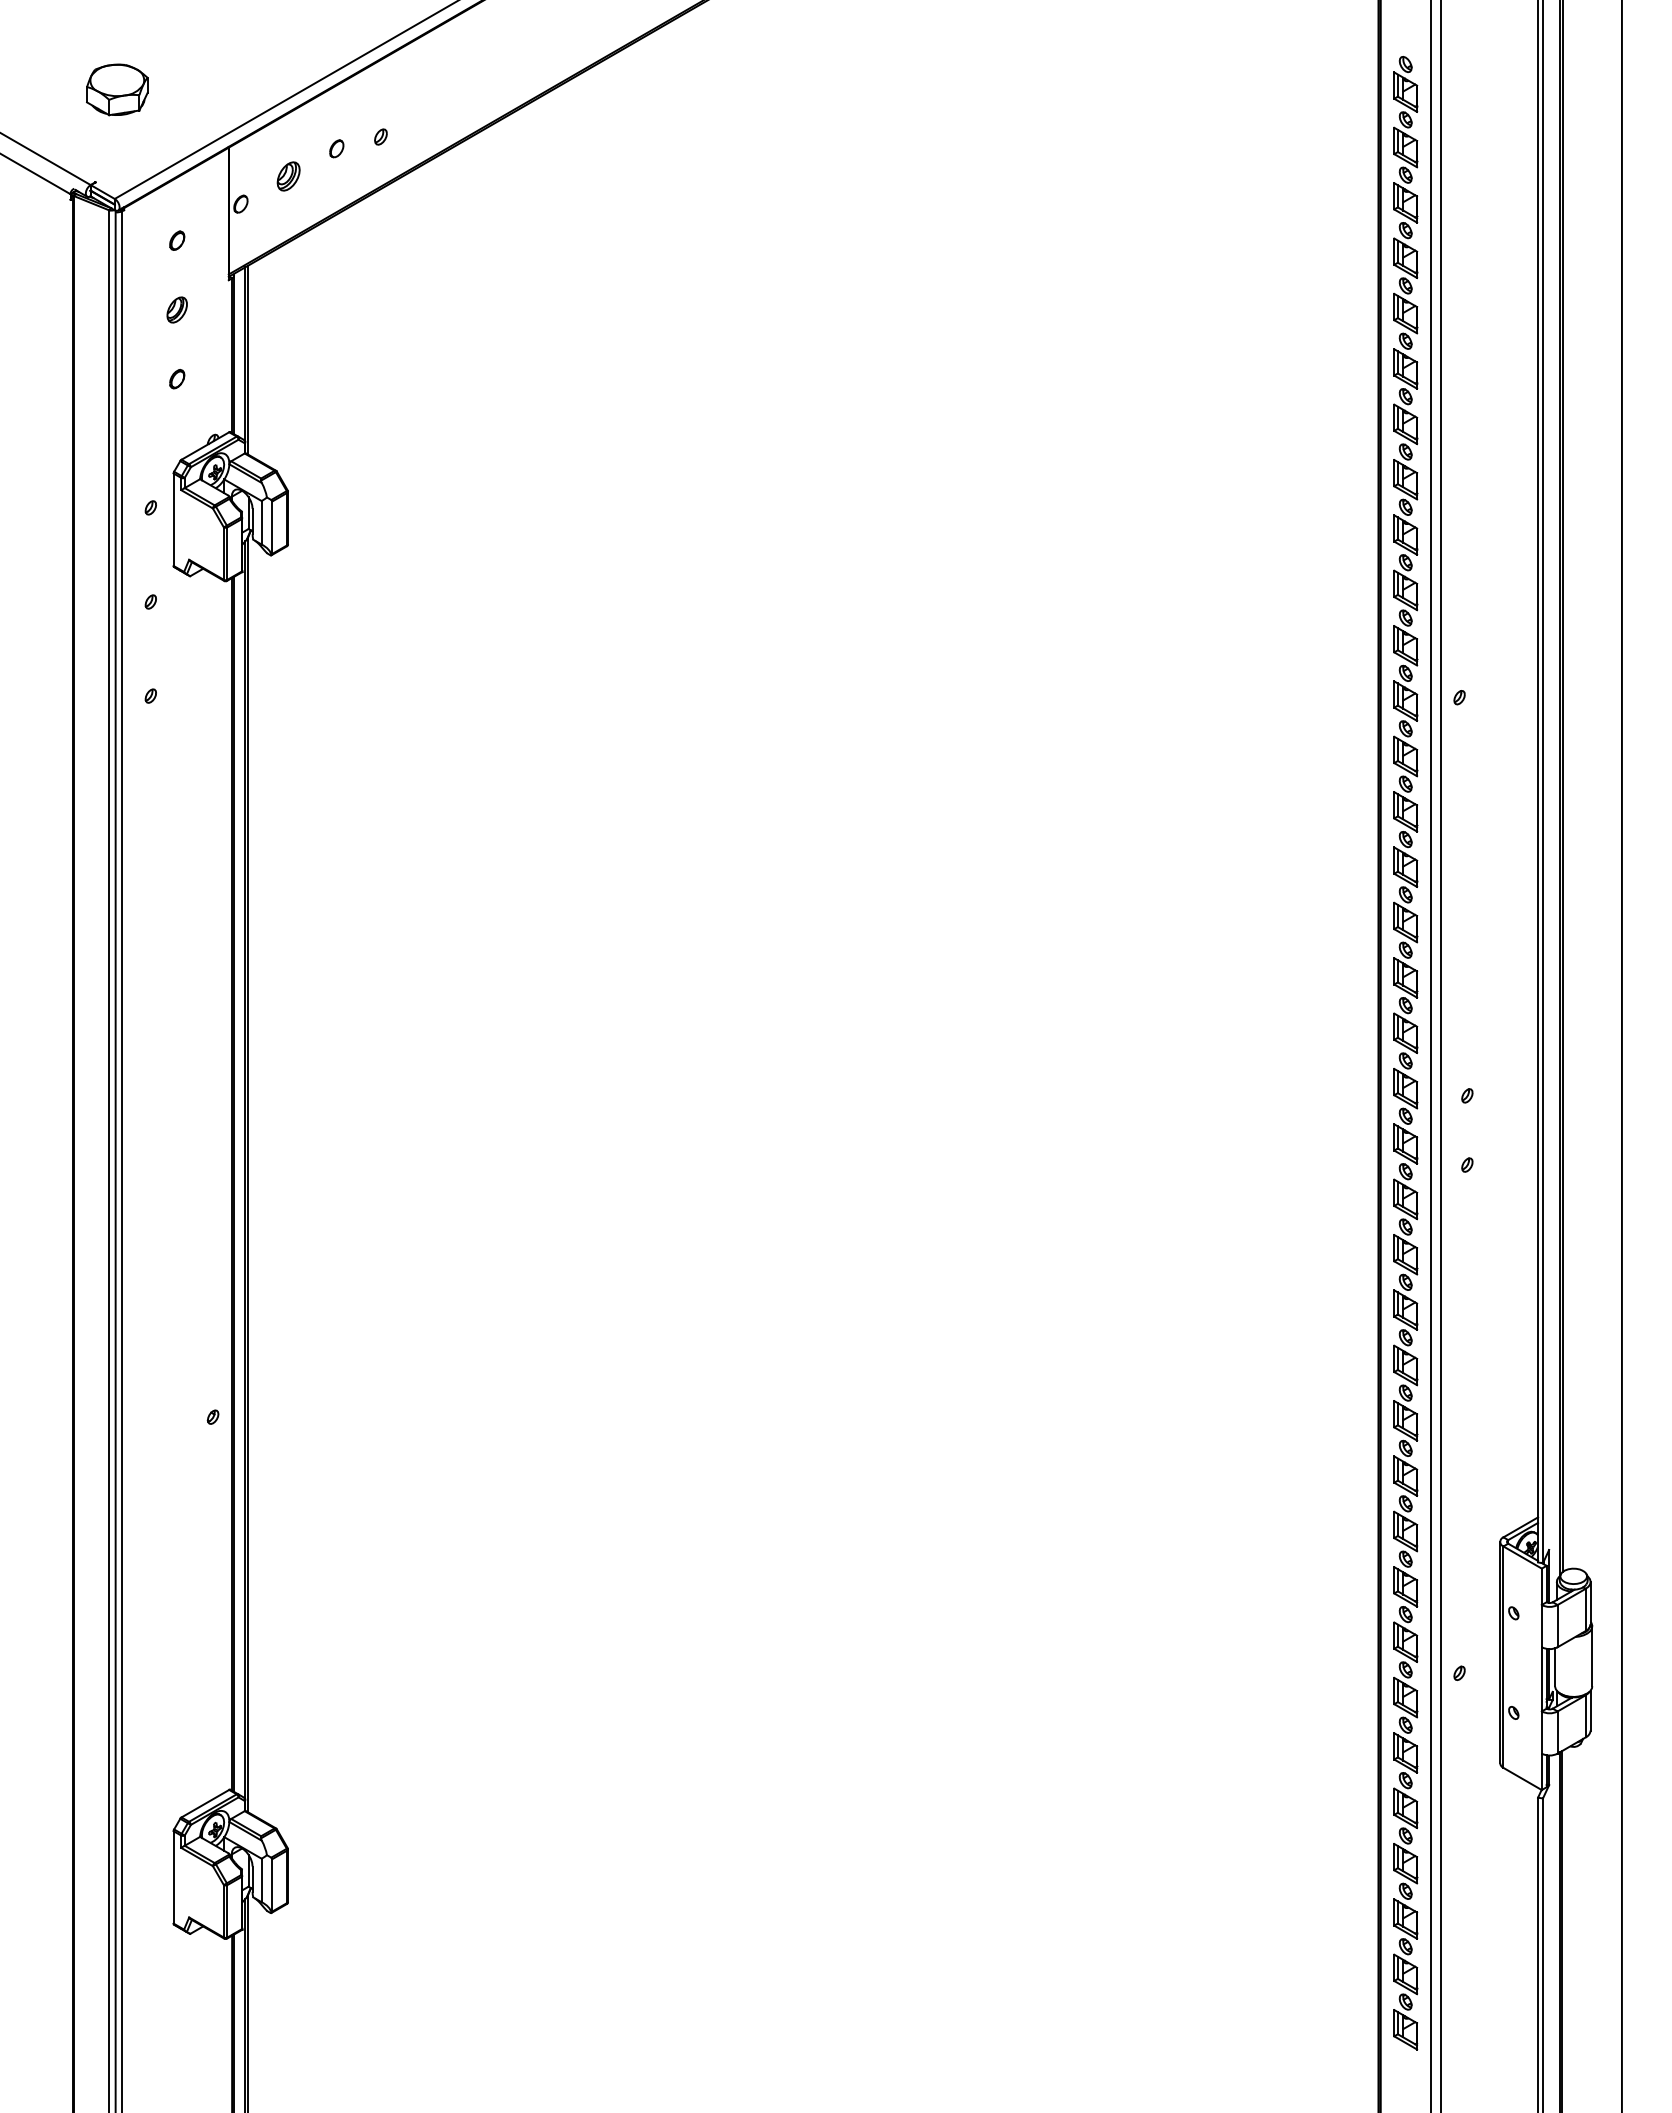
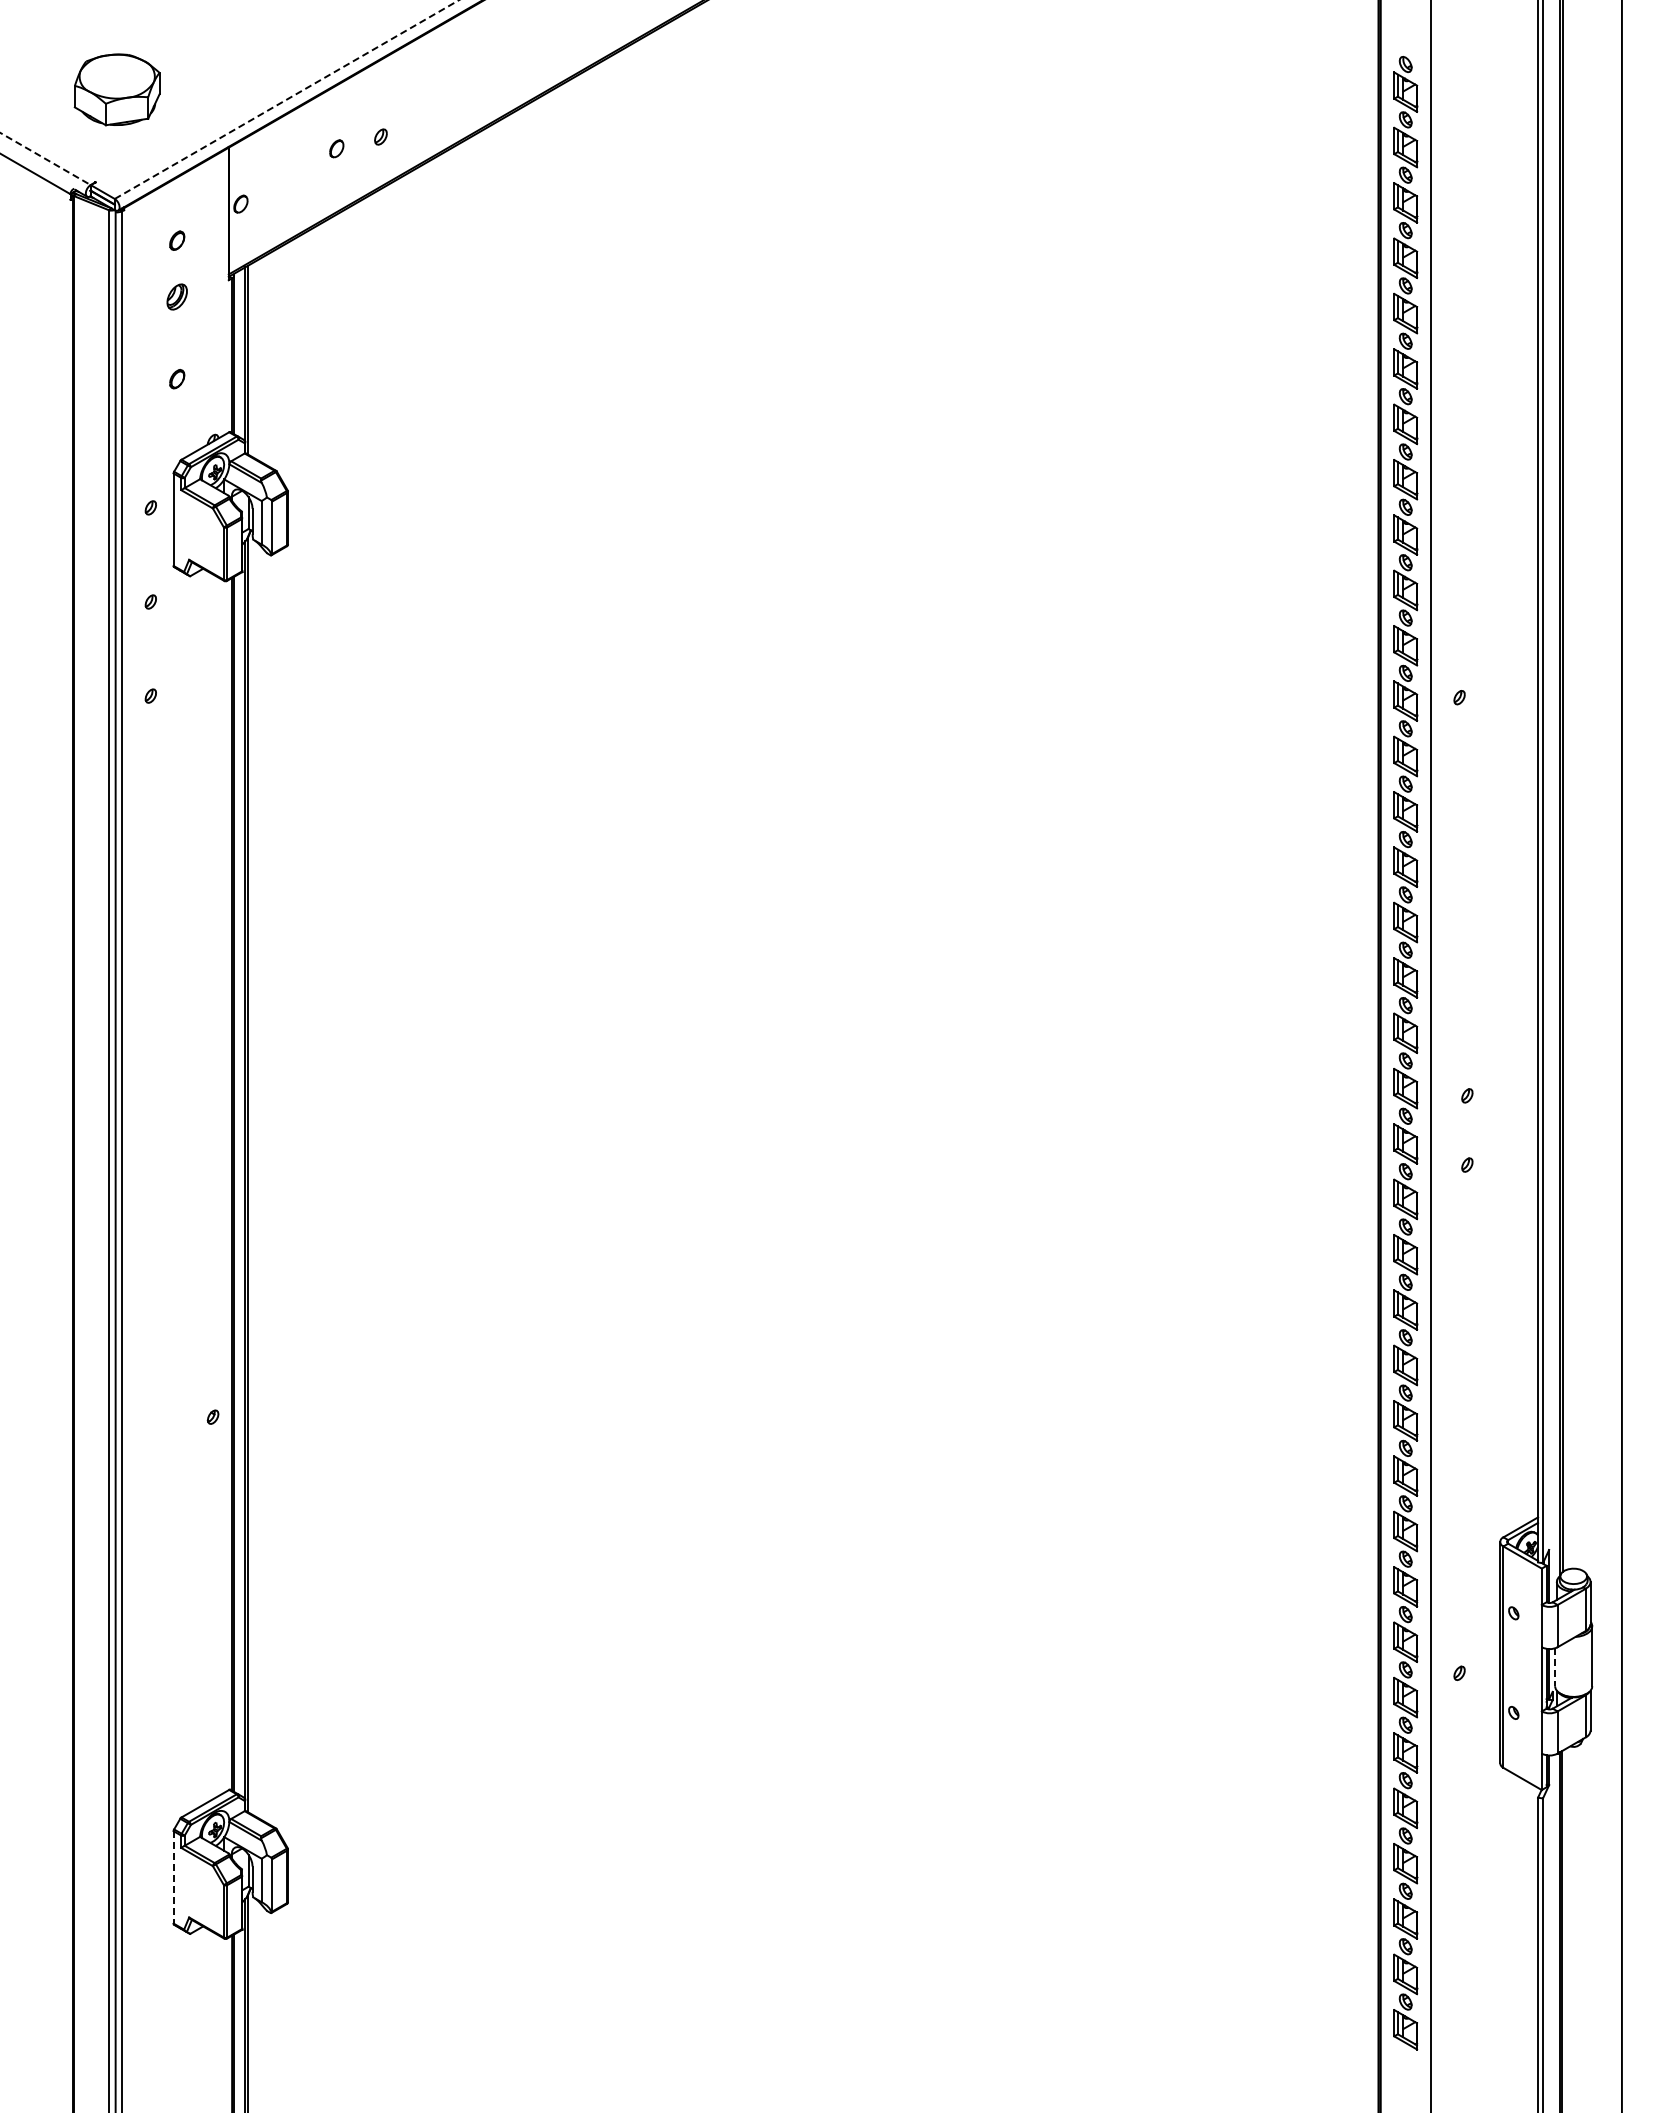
part at (117, 89) size: 63x54 px -> 88x74 px
line at (287, 99): solid -> dashed
line at (45, 159): solid -> dashed
part at (288, 176): present -> none
part at (176, 309) position: (176, 309) -> (176, 296)
line at (1440, 1055): present -> none
line at (1555, 1667): solid -> dashed
line at (173, 1877): solid -> dashed
